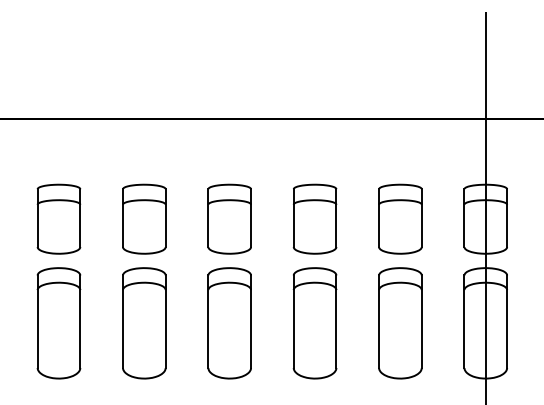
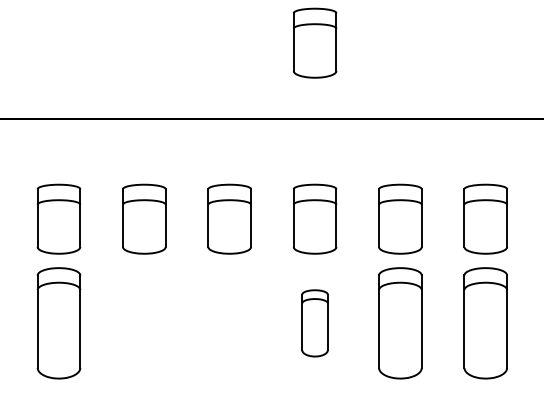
part at (314, 42): none -> present
line at (485, 206): present -> none
part at (144, 323): present -> none
part at (229, 323): present -> none
part at (314, 323) size: 46x113 px -> 28x69 px
